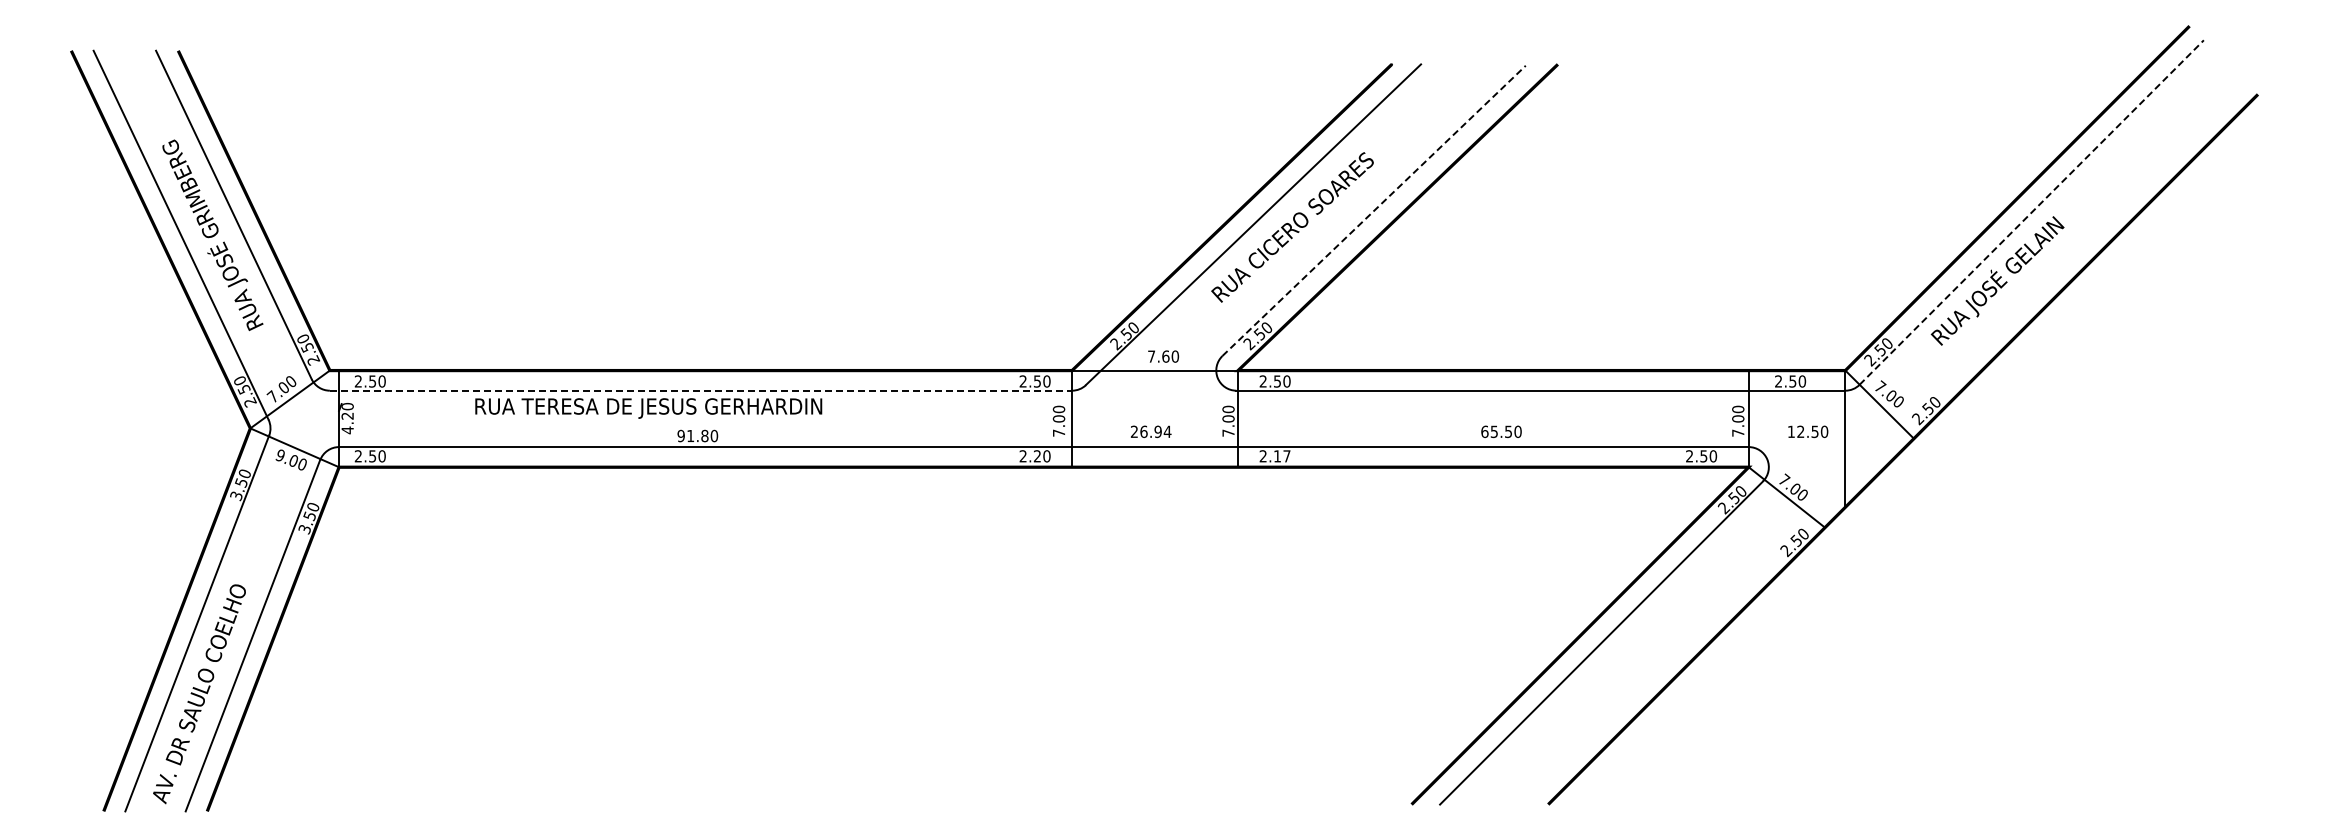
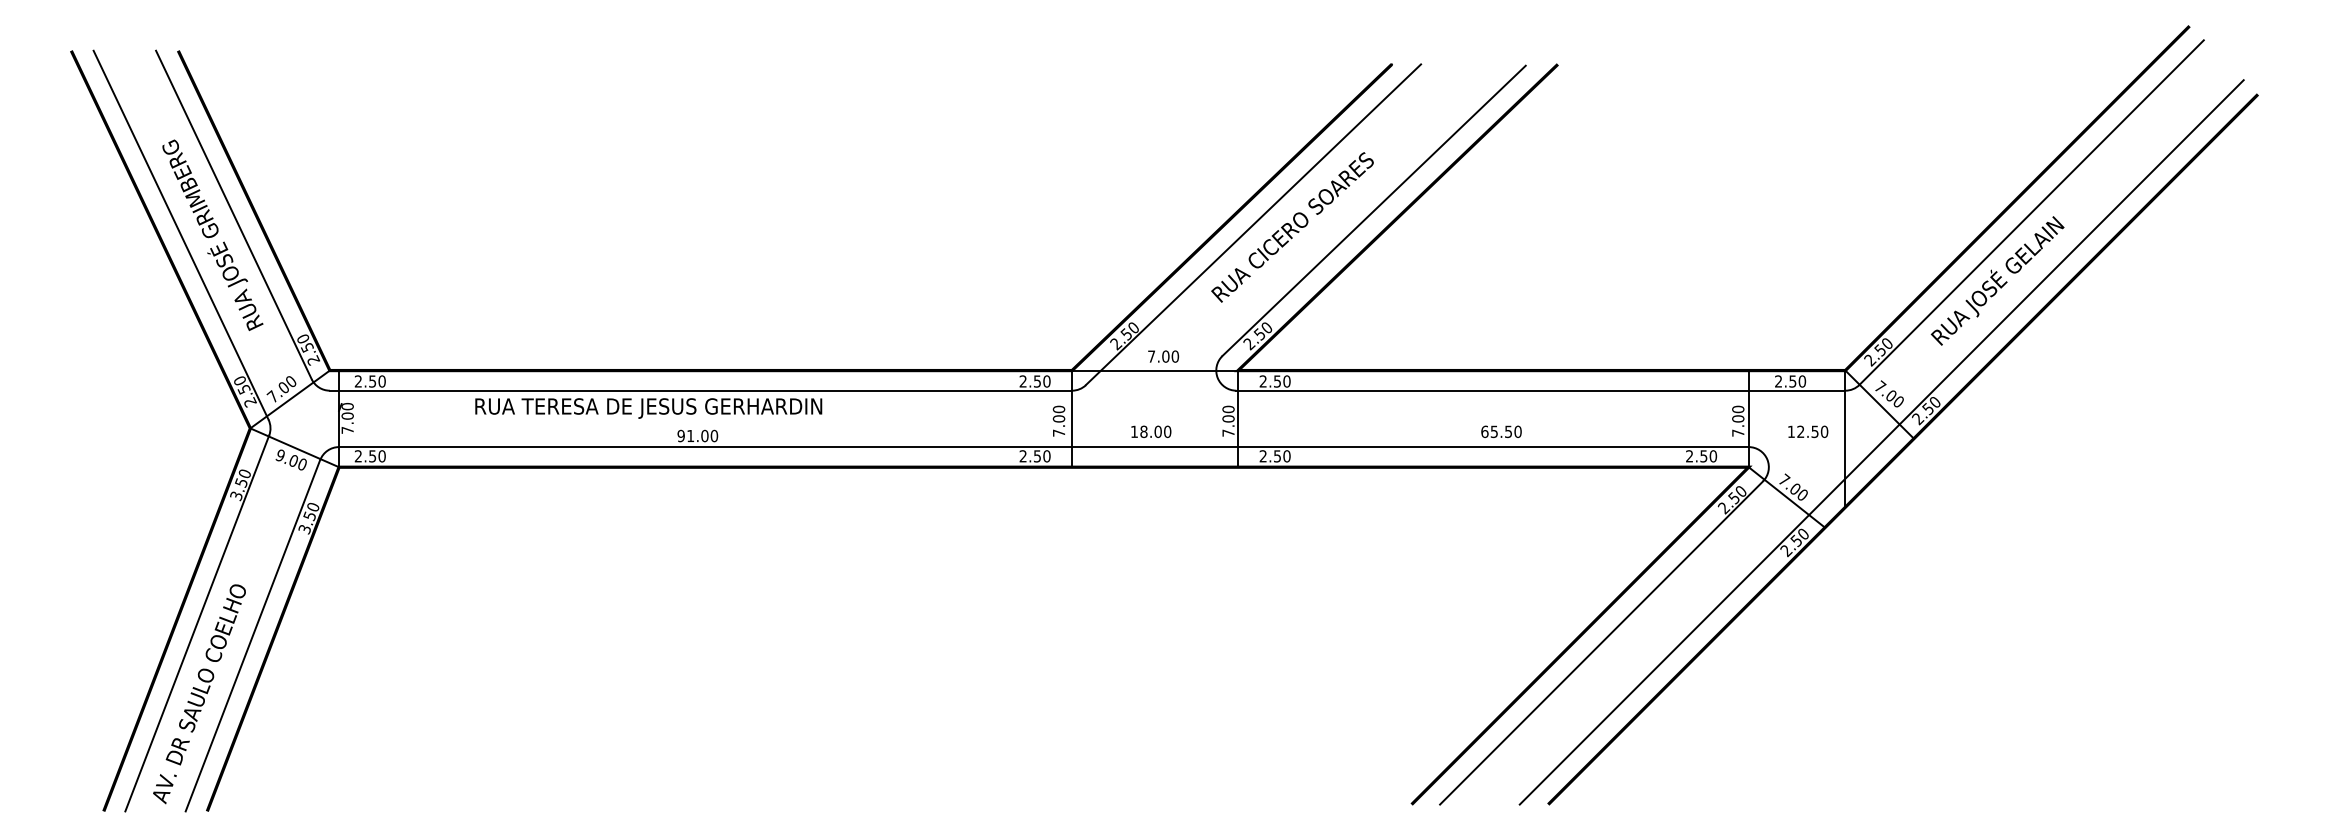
line at (1374, 210): dashed -> solid
line at (2031, 212): dashed -> solid
text at (1165, 356): 7.60 -> 7.00
line at (701, 390): dashed -> solid
text at (347, 423): 4.20 -> 7.00
text at (1150, 431): 26.94 -> 18.00
text at (704, 435): 91.80 -> 91.00
line at (1881, 442): none -> present
text at (1037, 456): 2.20 -> 2.50
text at (1282, 456): 2.17 -> 2.50
